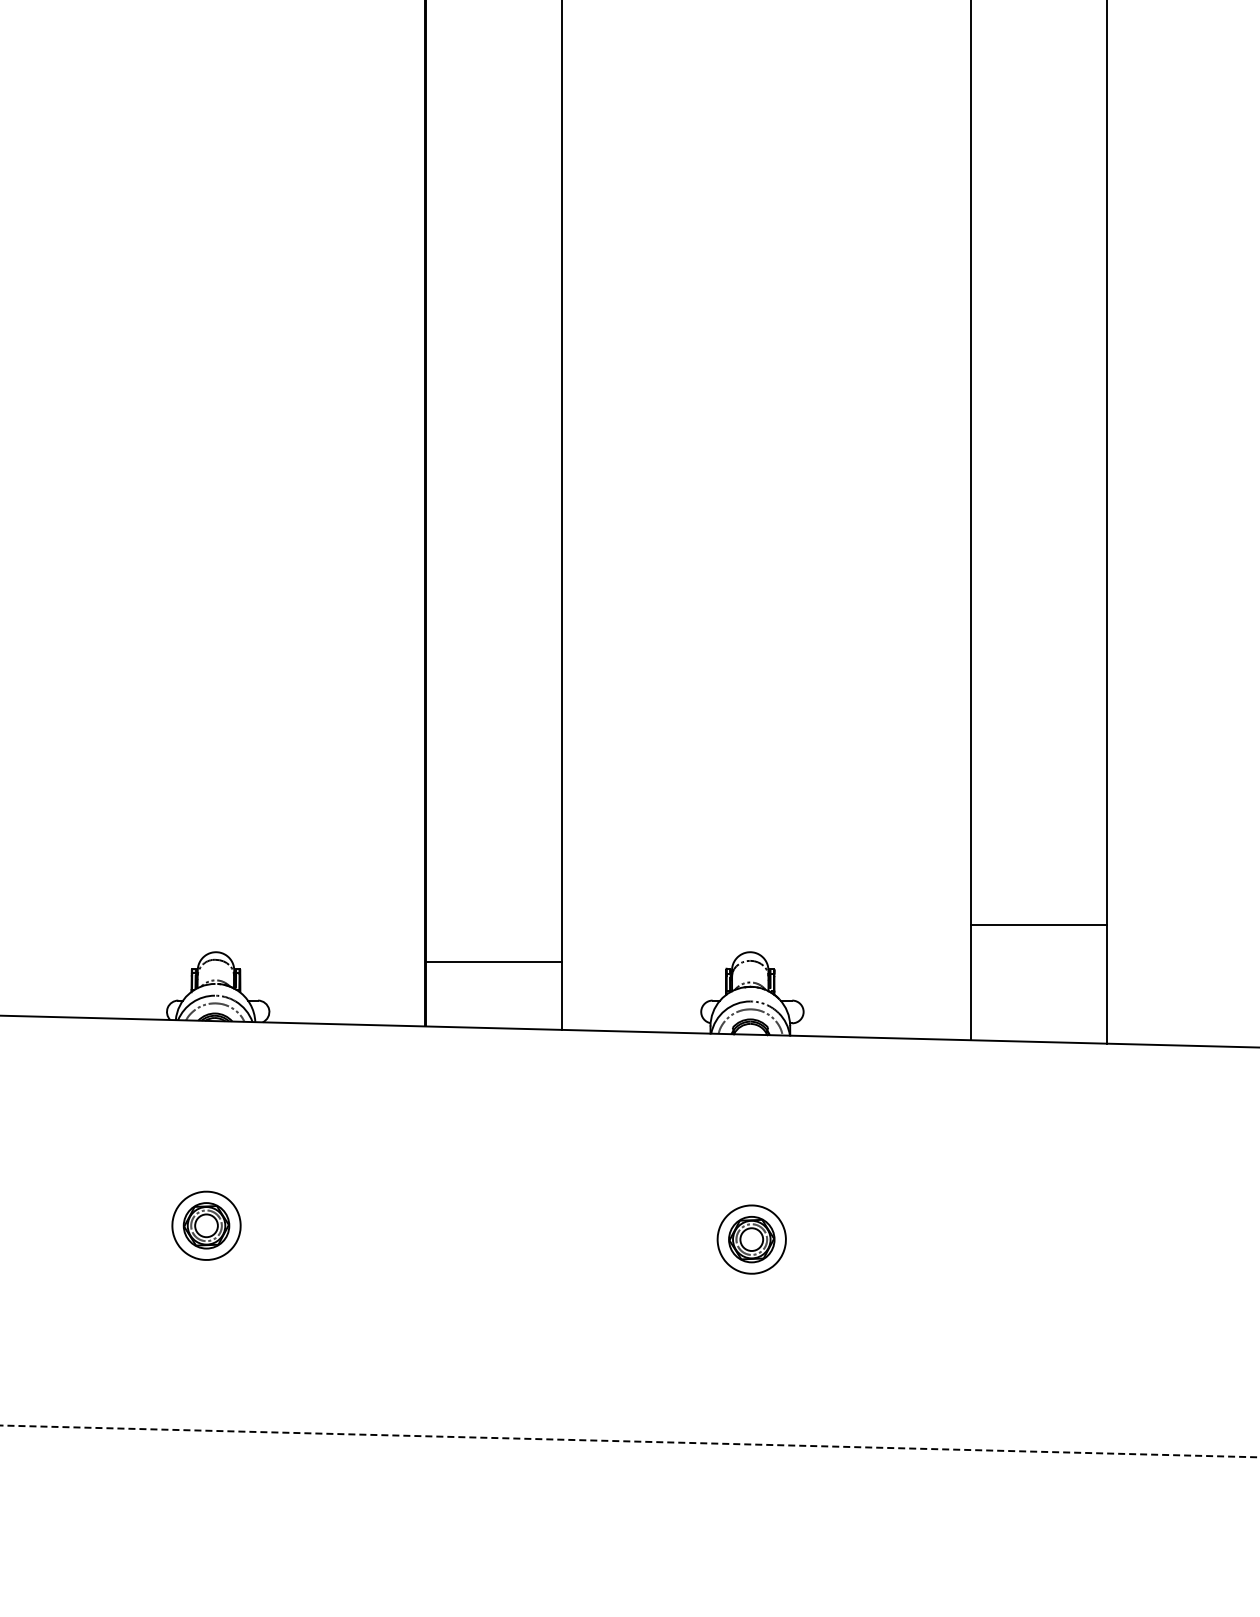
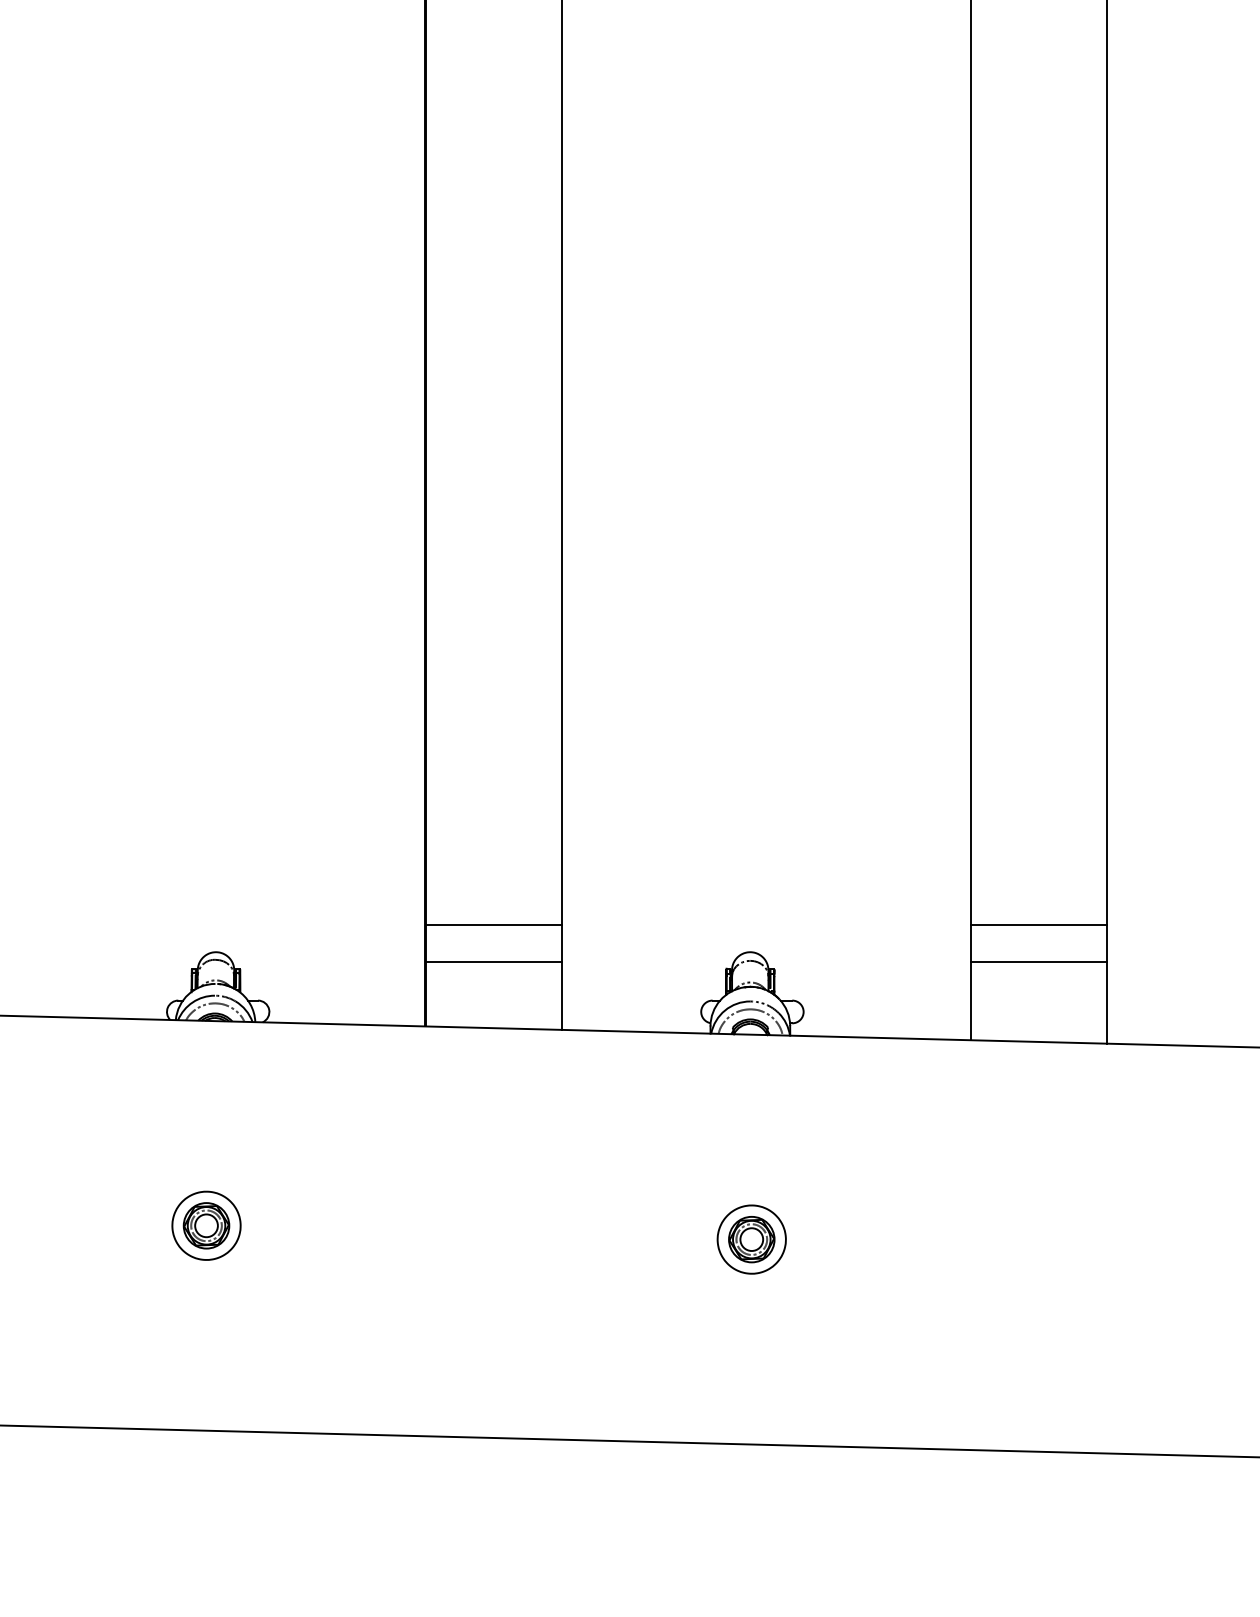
line at (493, 925): none -> present
line at (1038, 961): none -> present
line at (629, 1441): dashed -> solid
